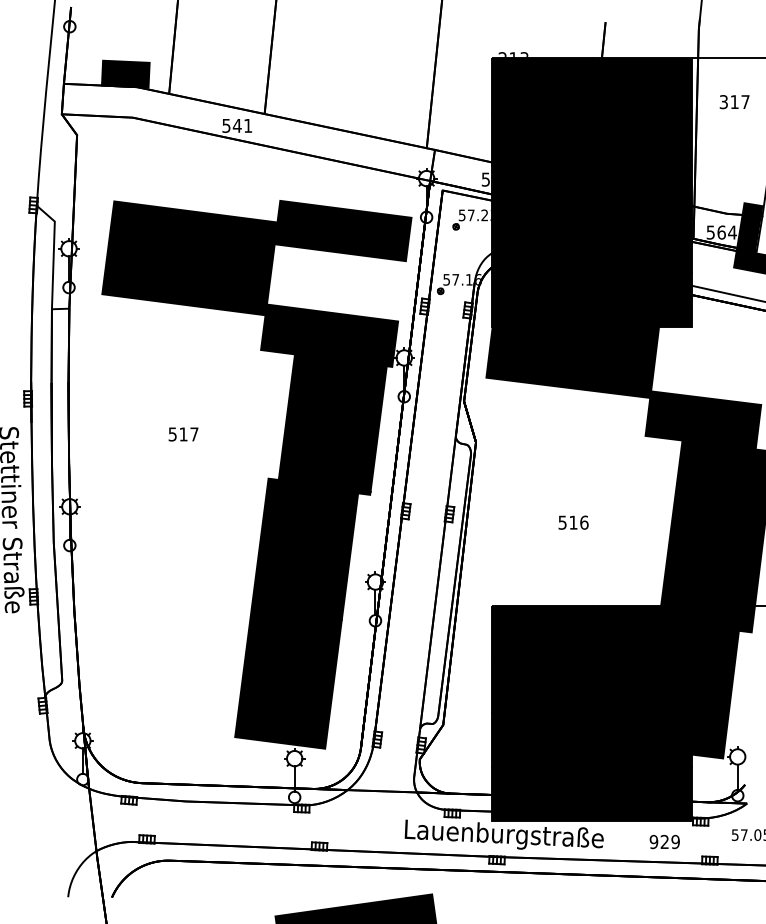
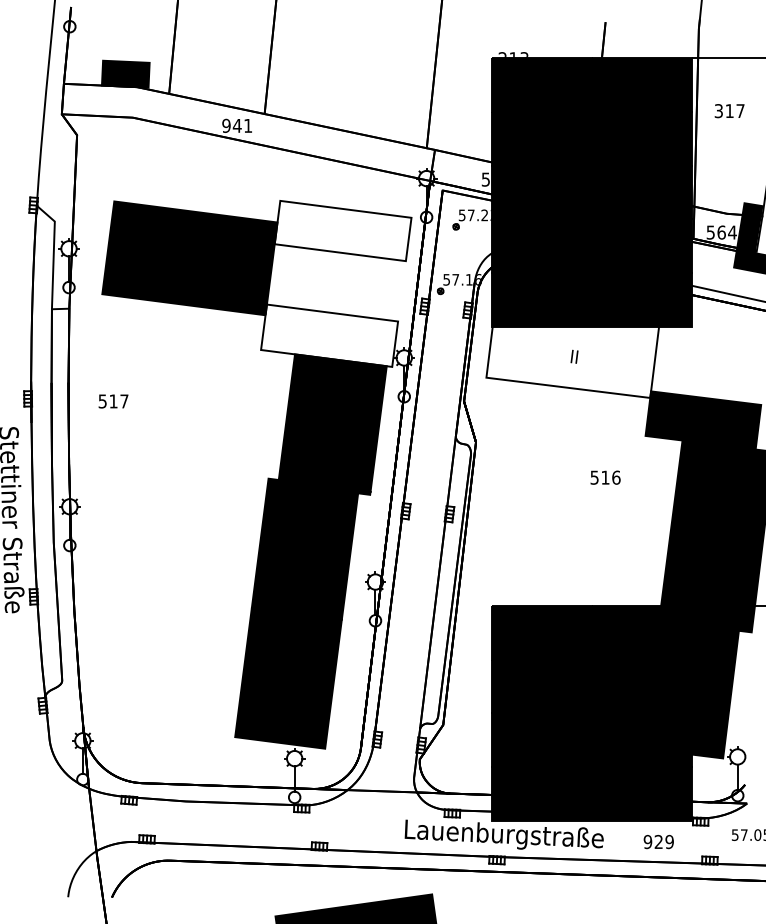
text at (734, 102) position: (734, 102) -> (729, 111)
text at (226, 125): 541 -> 941
fill at (342, 230): present -> none
fill at (329, 335): present -> none
fill at (573, 341): present -> none
text at (183, 434) position: (183, 434) -> (113, 401)
text at (573, 522) position: (573, 522) -> (605, 477)
text at (664, 842) position: (664, 842) -> (658, 842)
